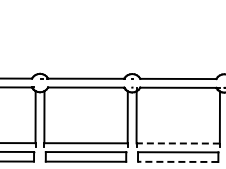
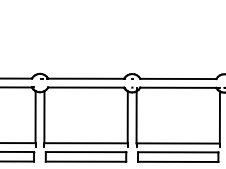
line at (178, 143): dashed -> solid
line at (177, 161): dashed -> solid
